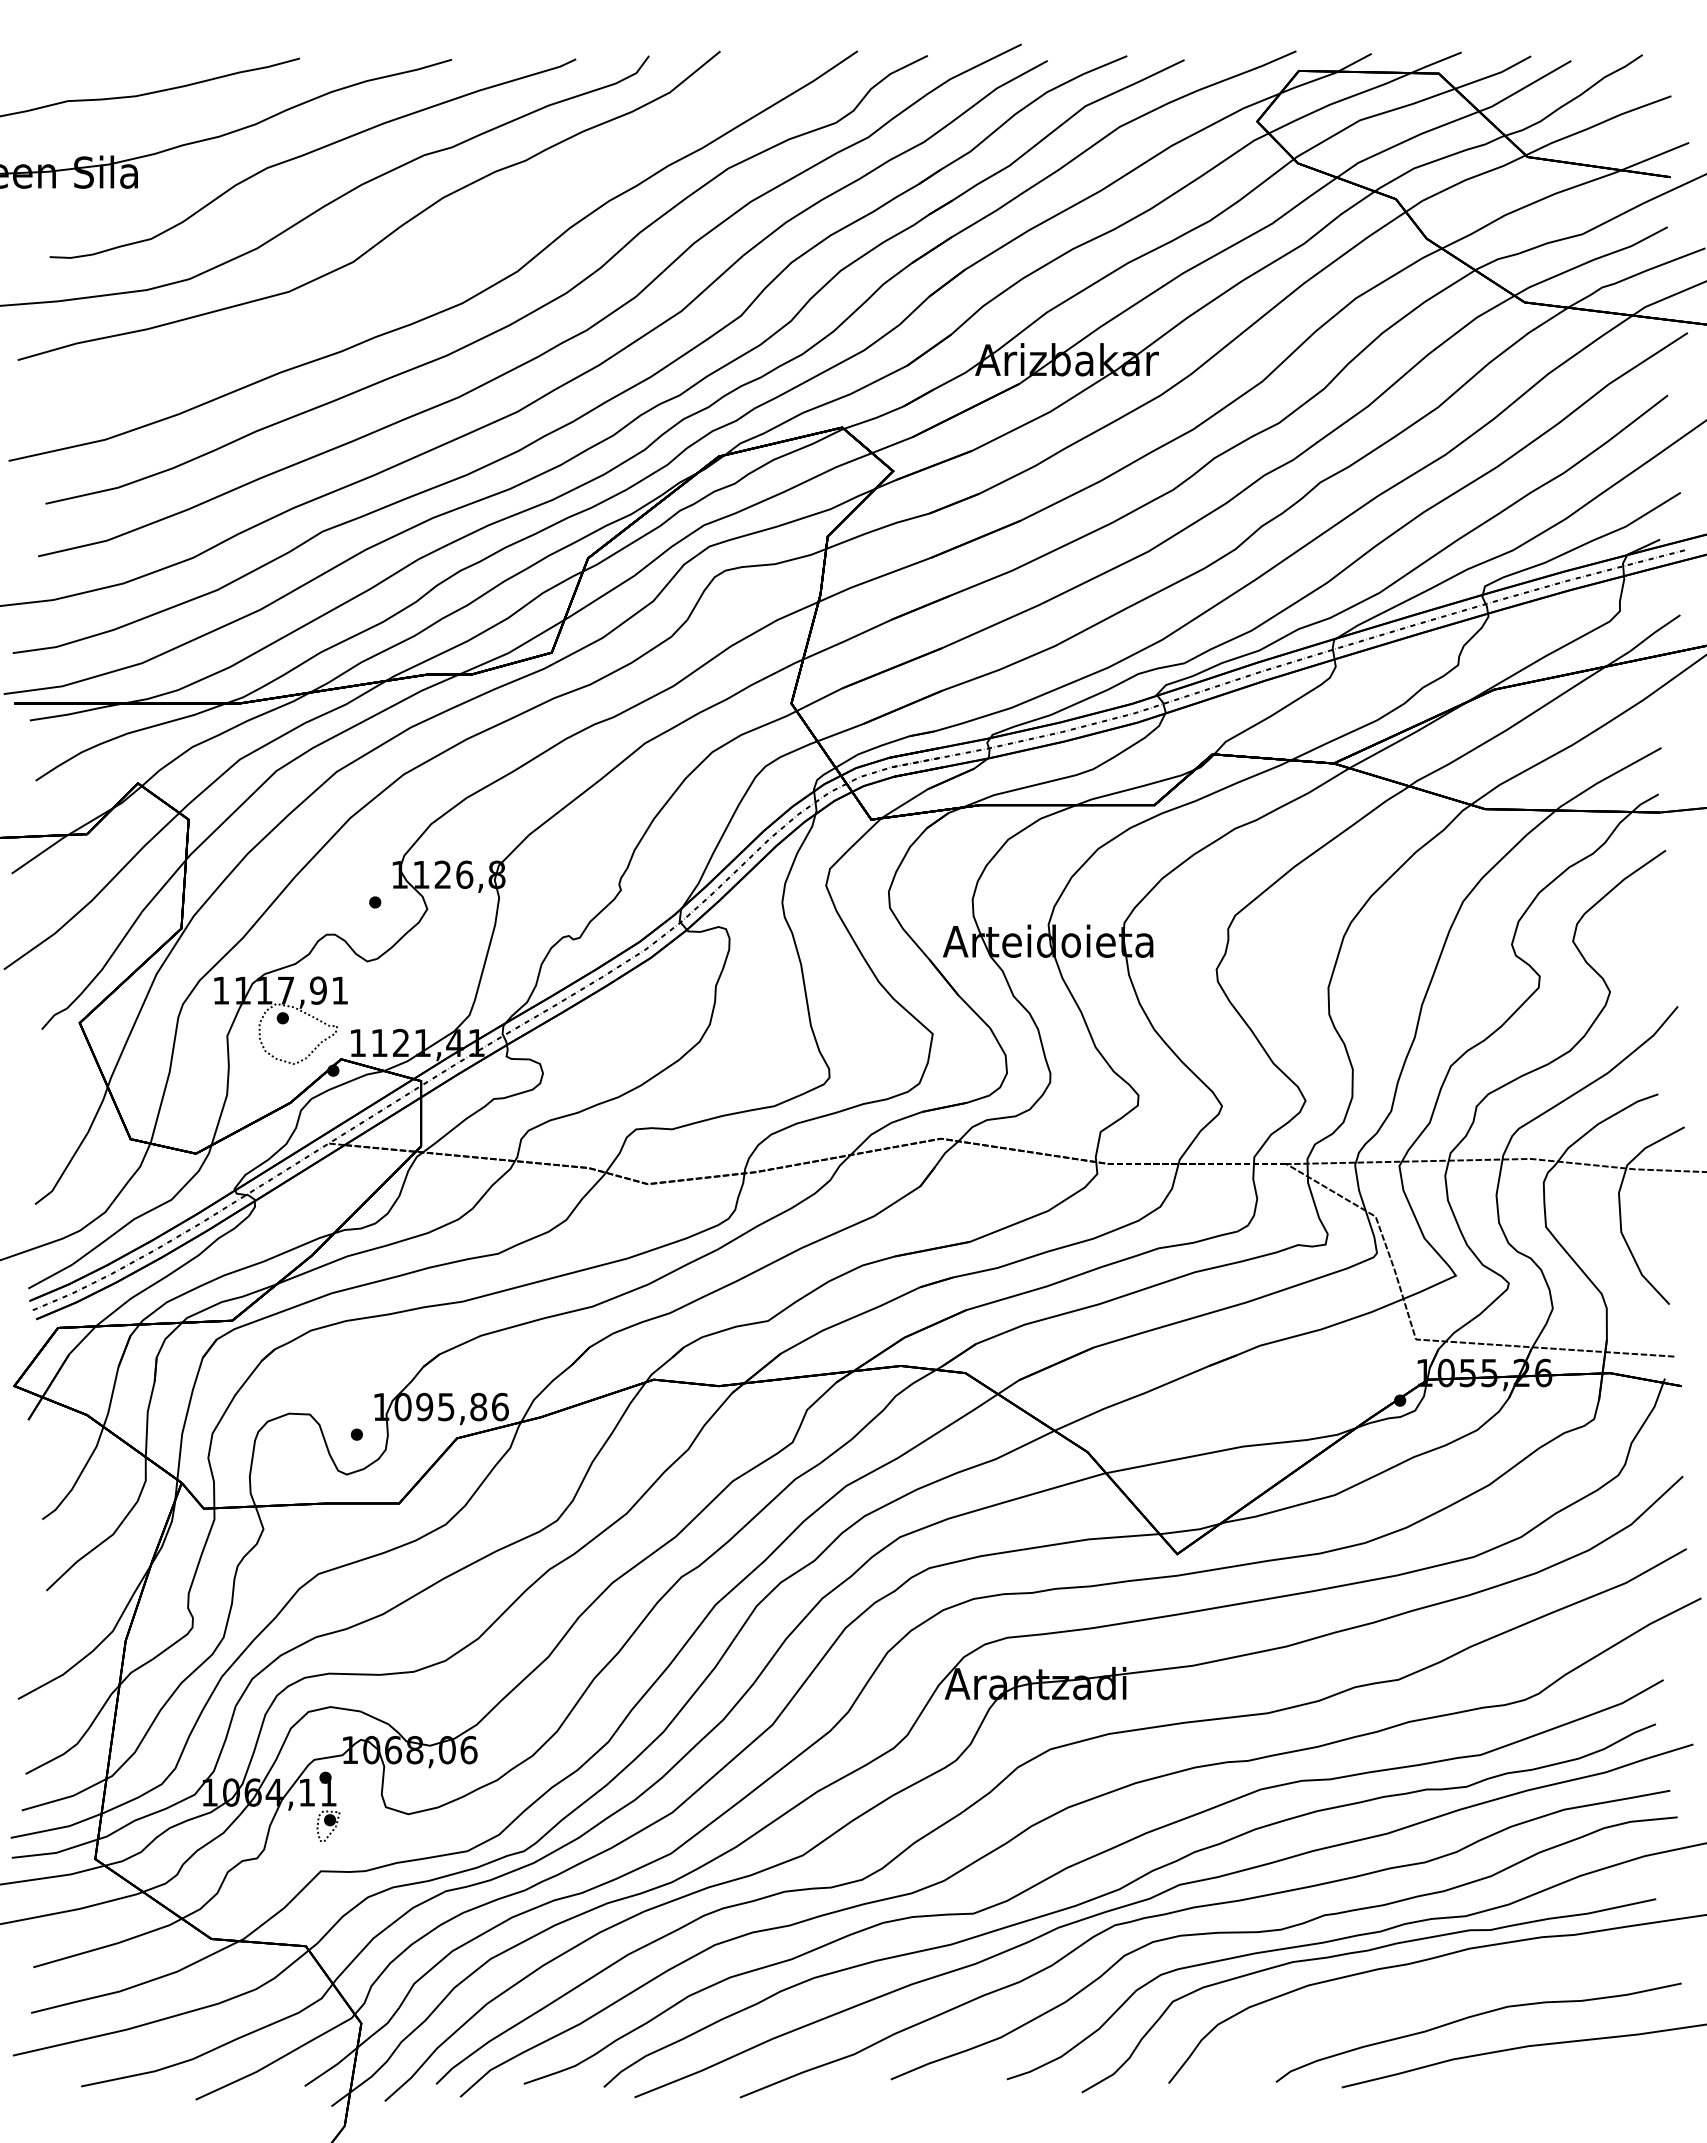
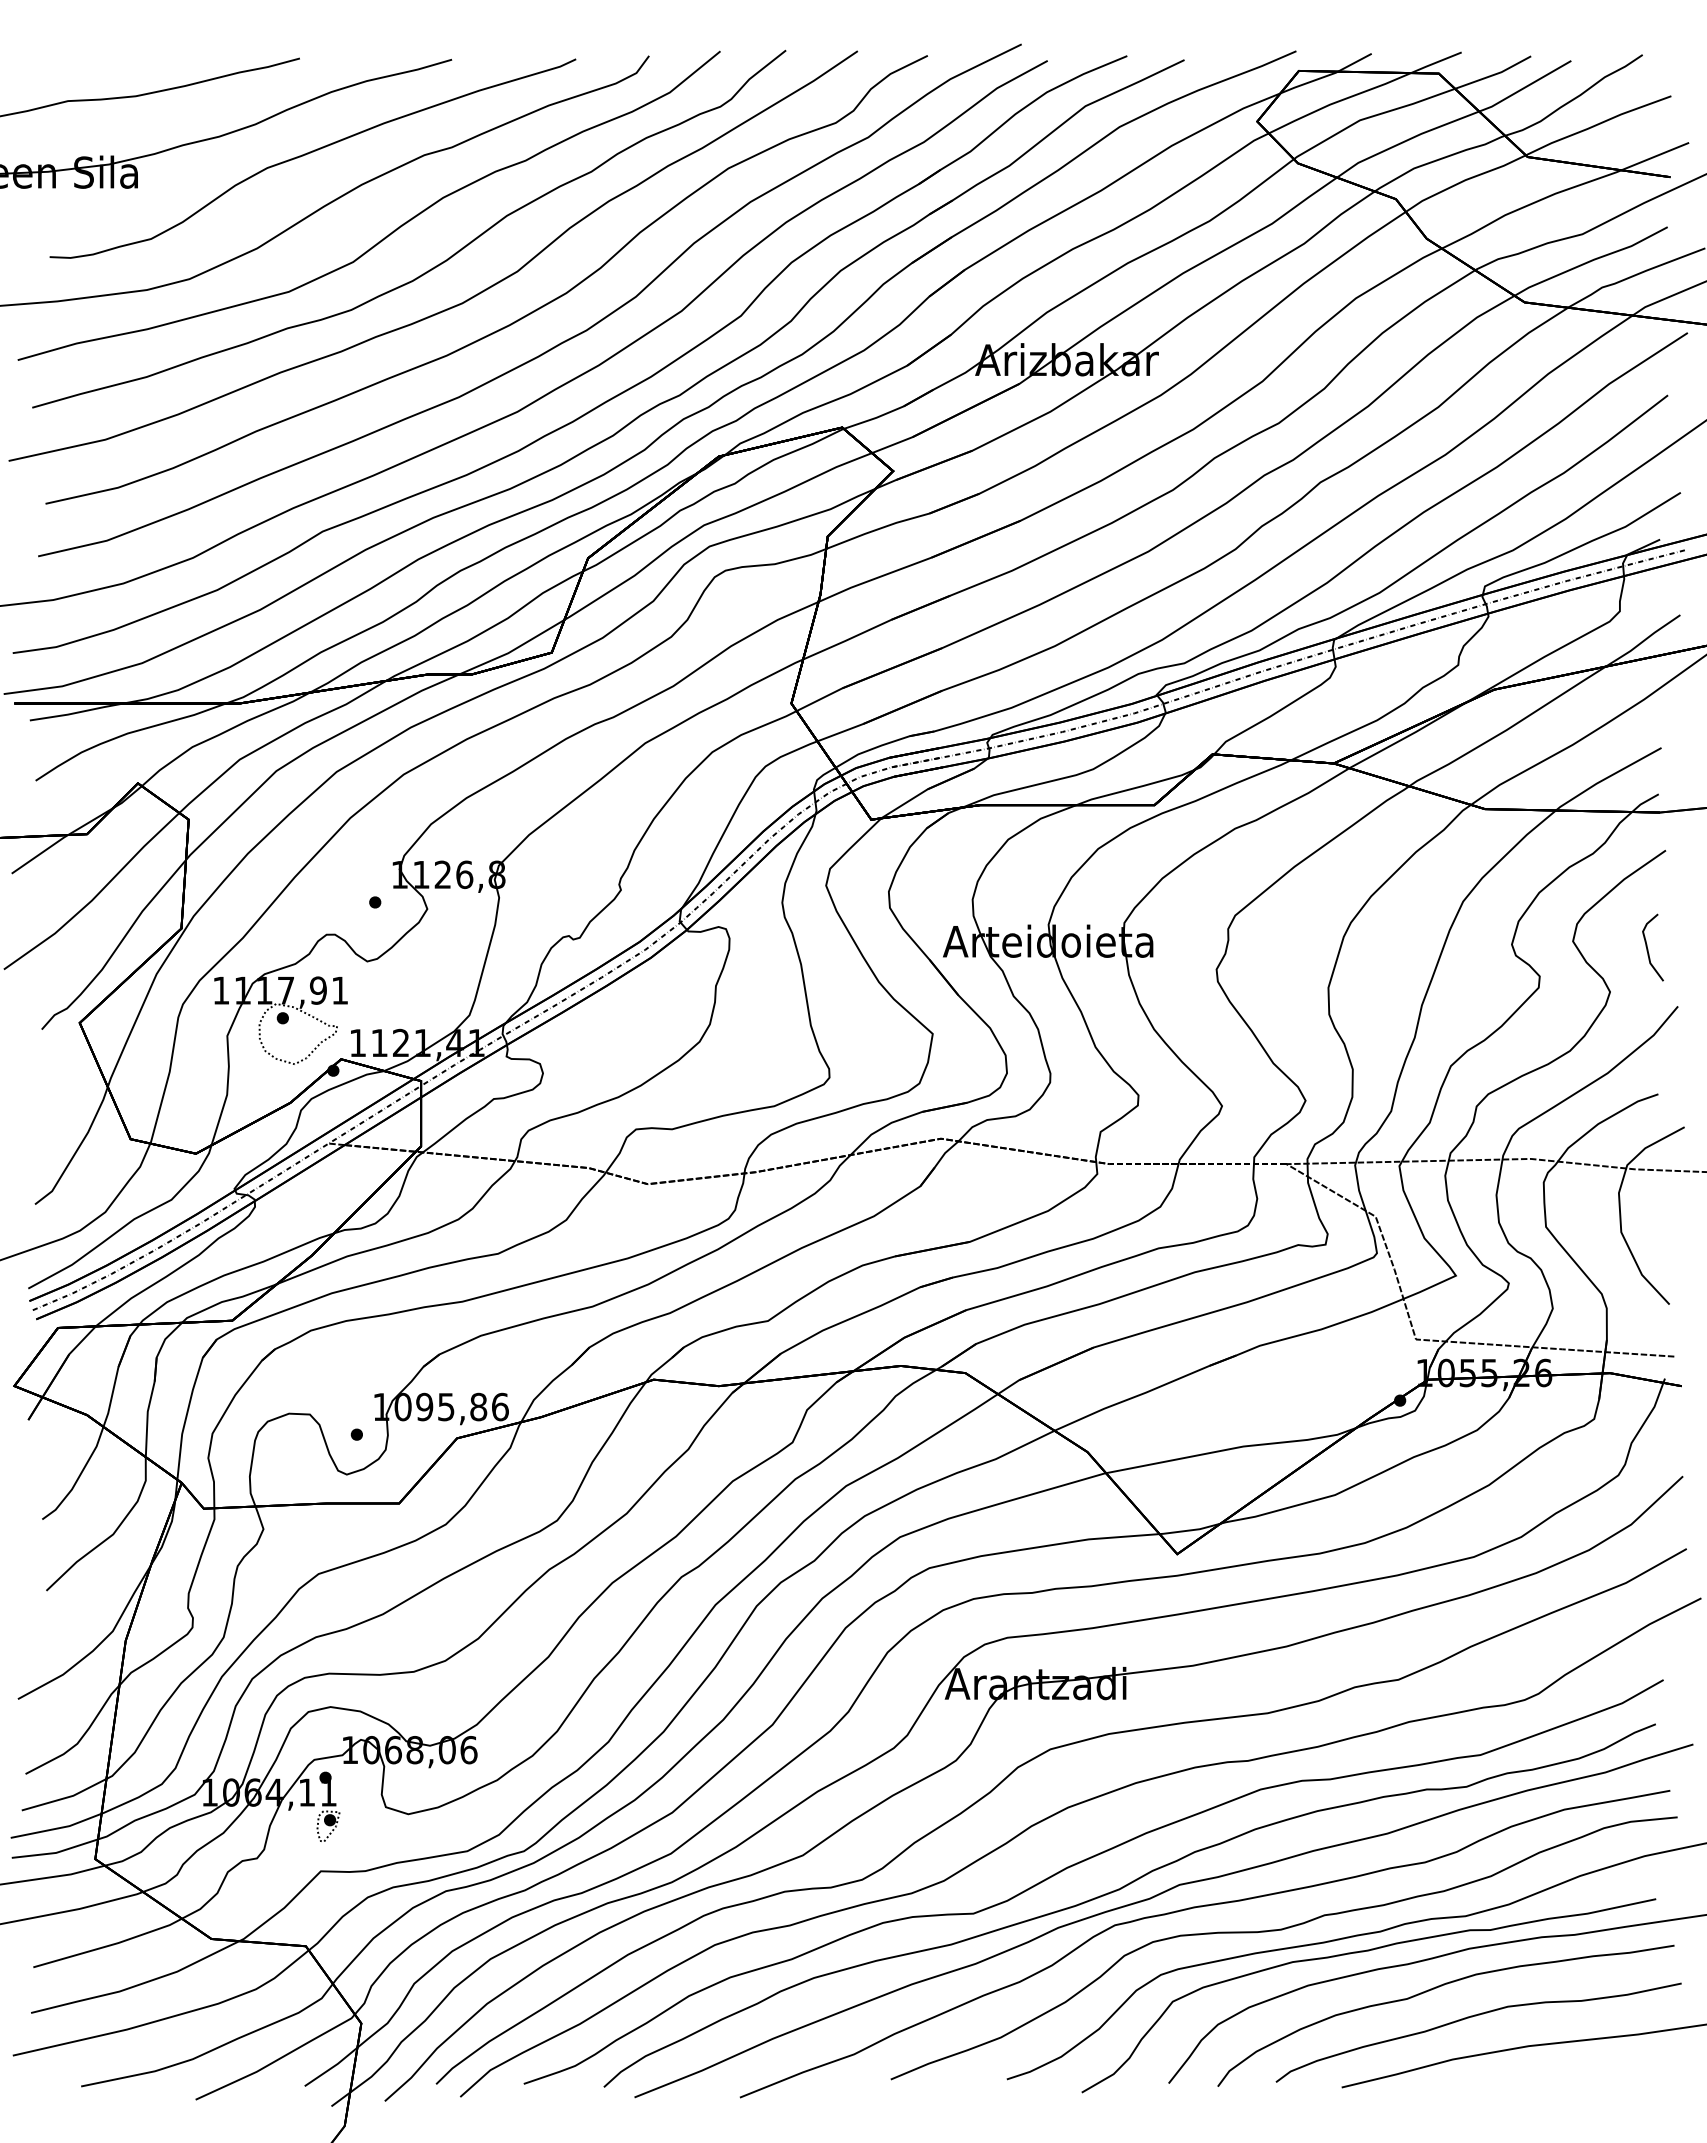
curve at (432, 267): none -> present
curve at (1648, 948): none -> present
curve at (1434, 1989): none -> present
